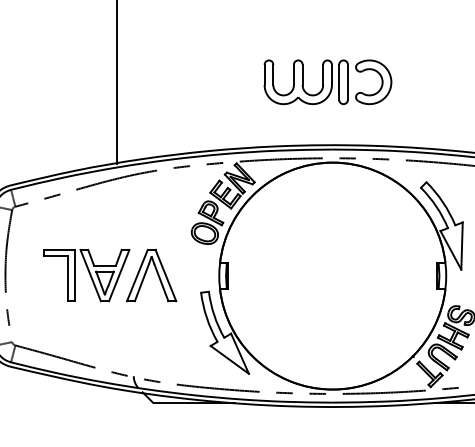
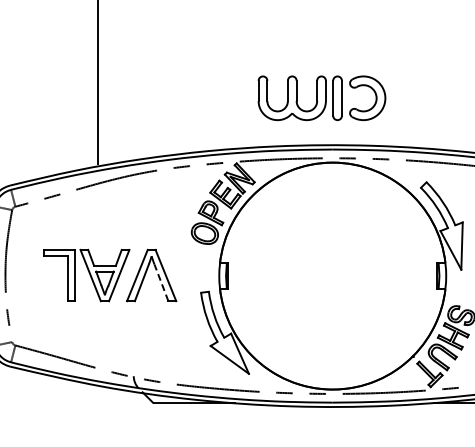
part at (327, 81) position: (327, 81) -> (321, 97)
line at (116, 82) position: (116, 82) -> (97, 82)
line at (161, 282): solid -> dashed
